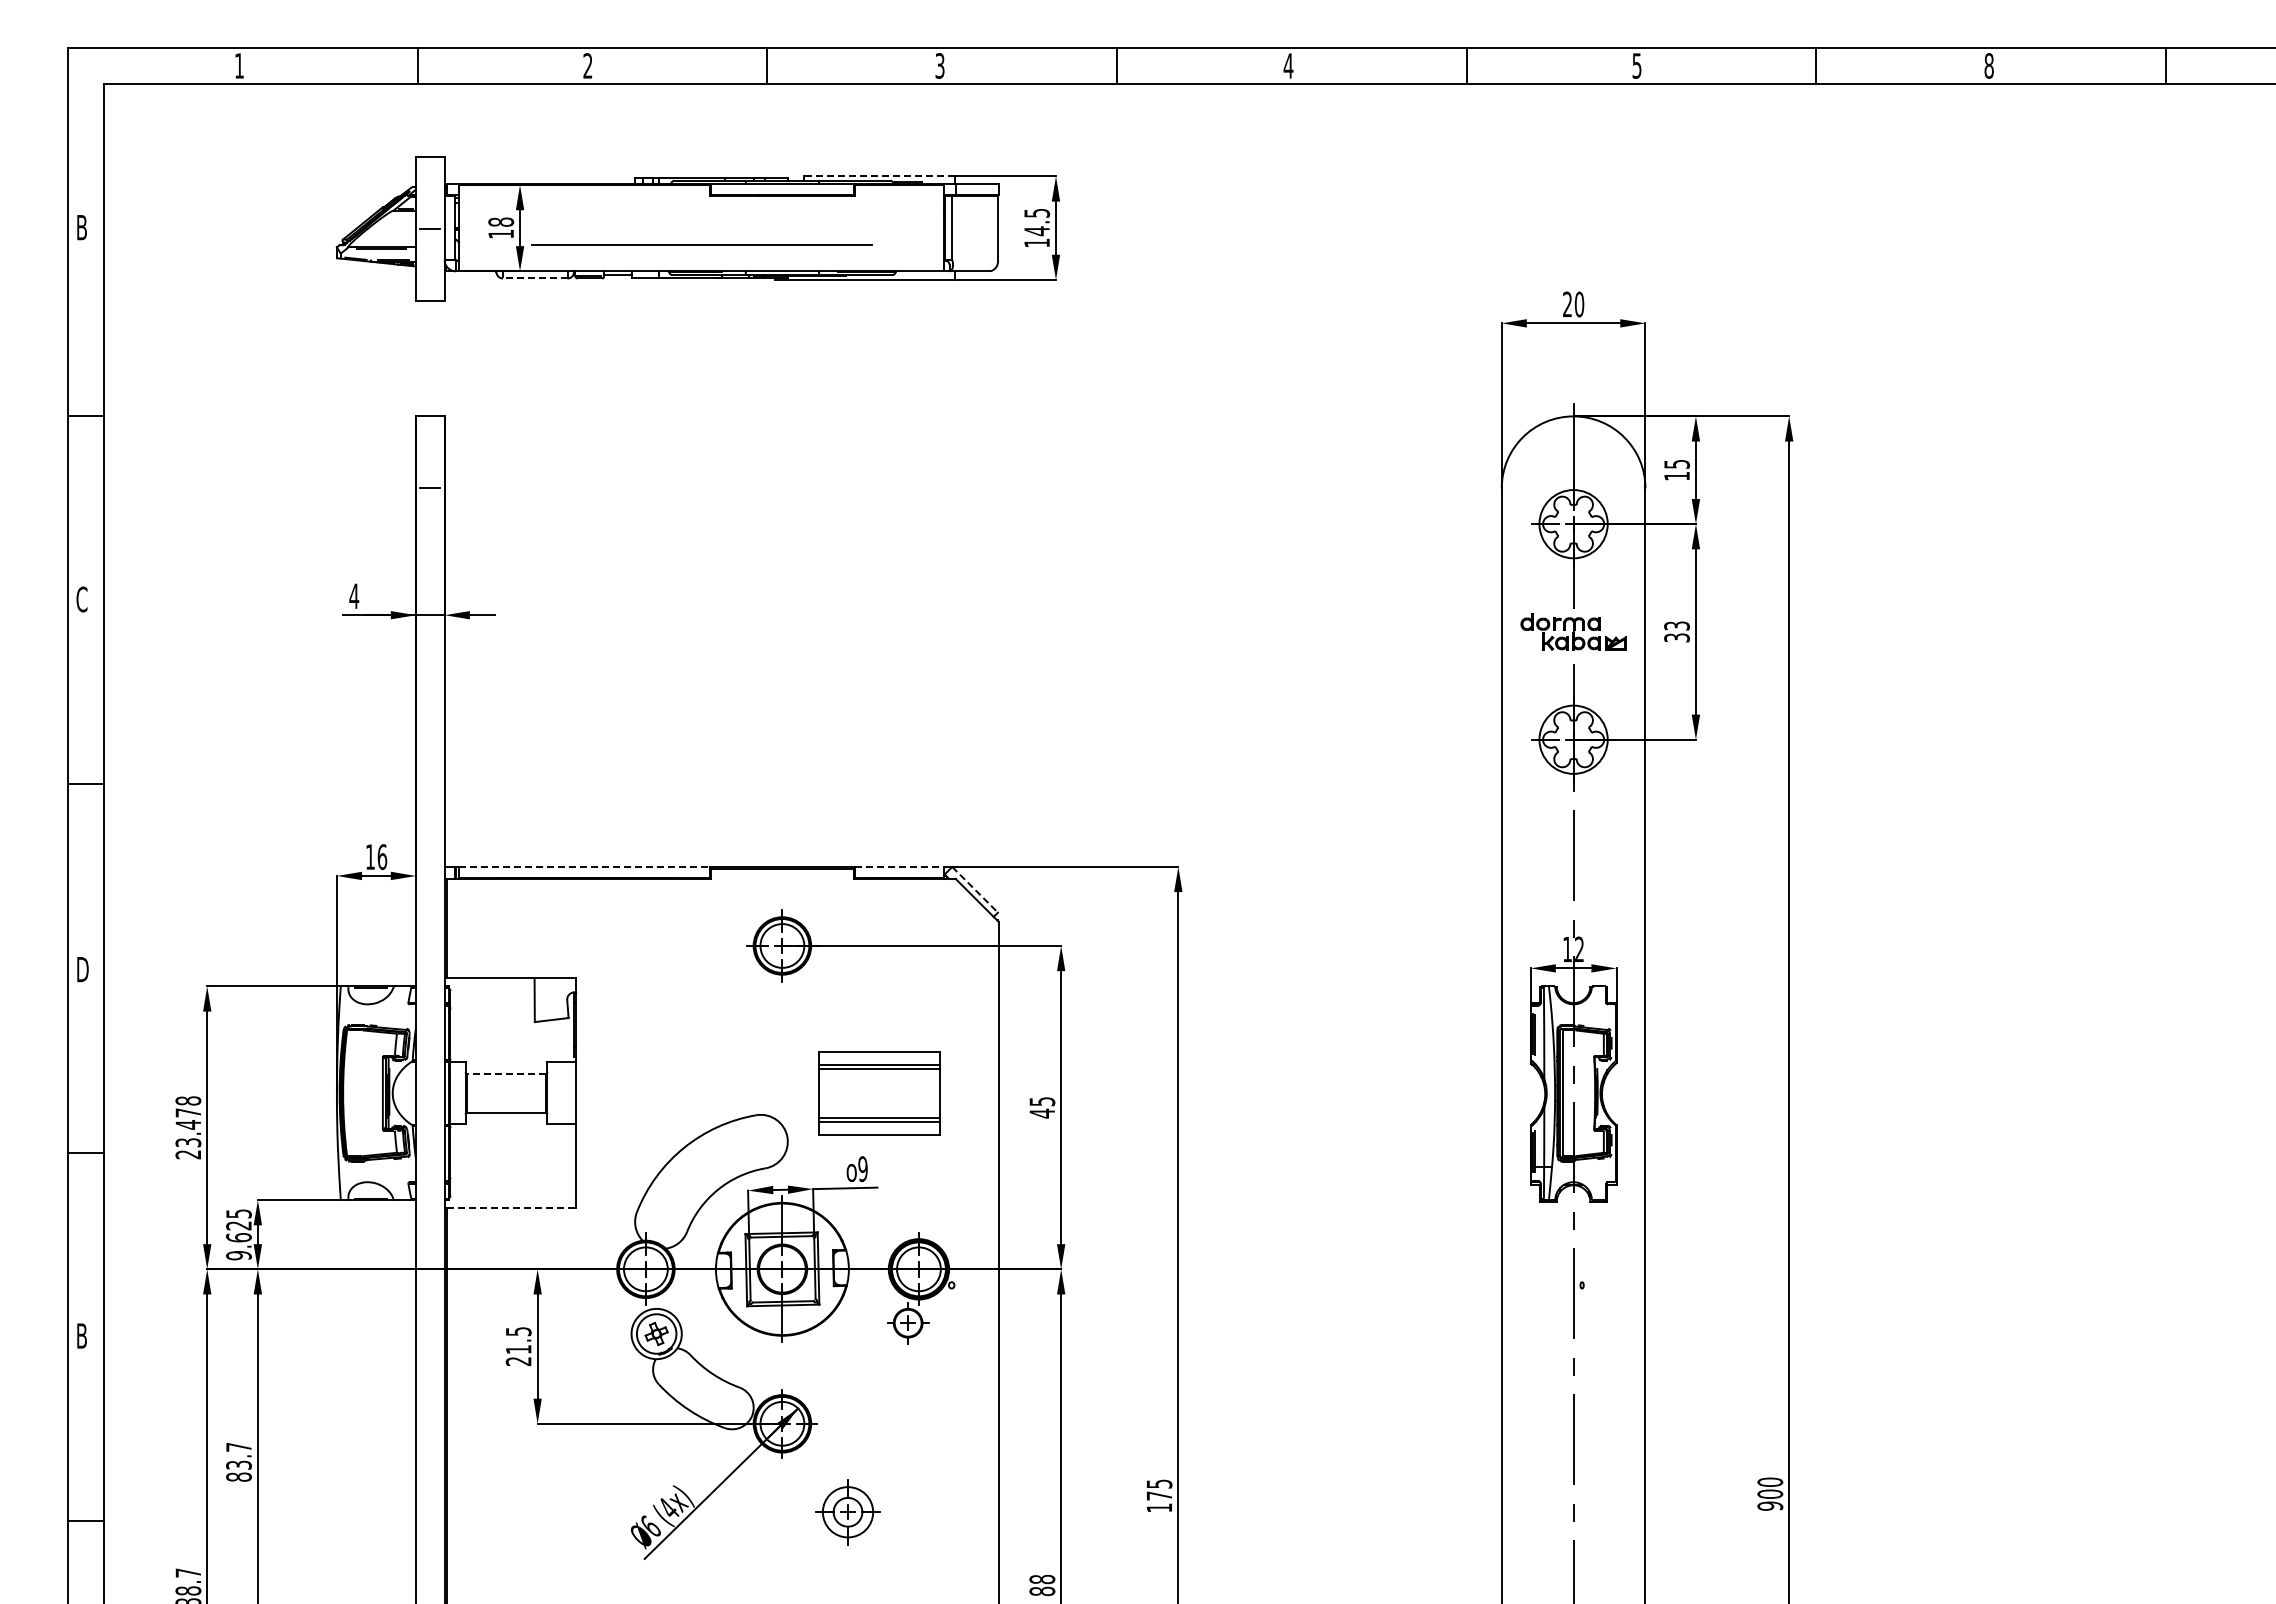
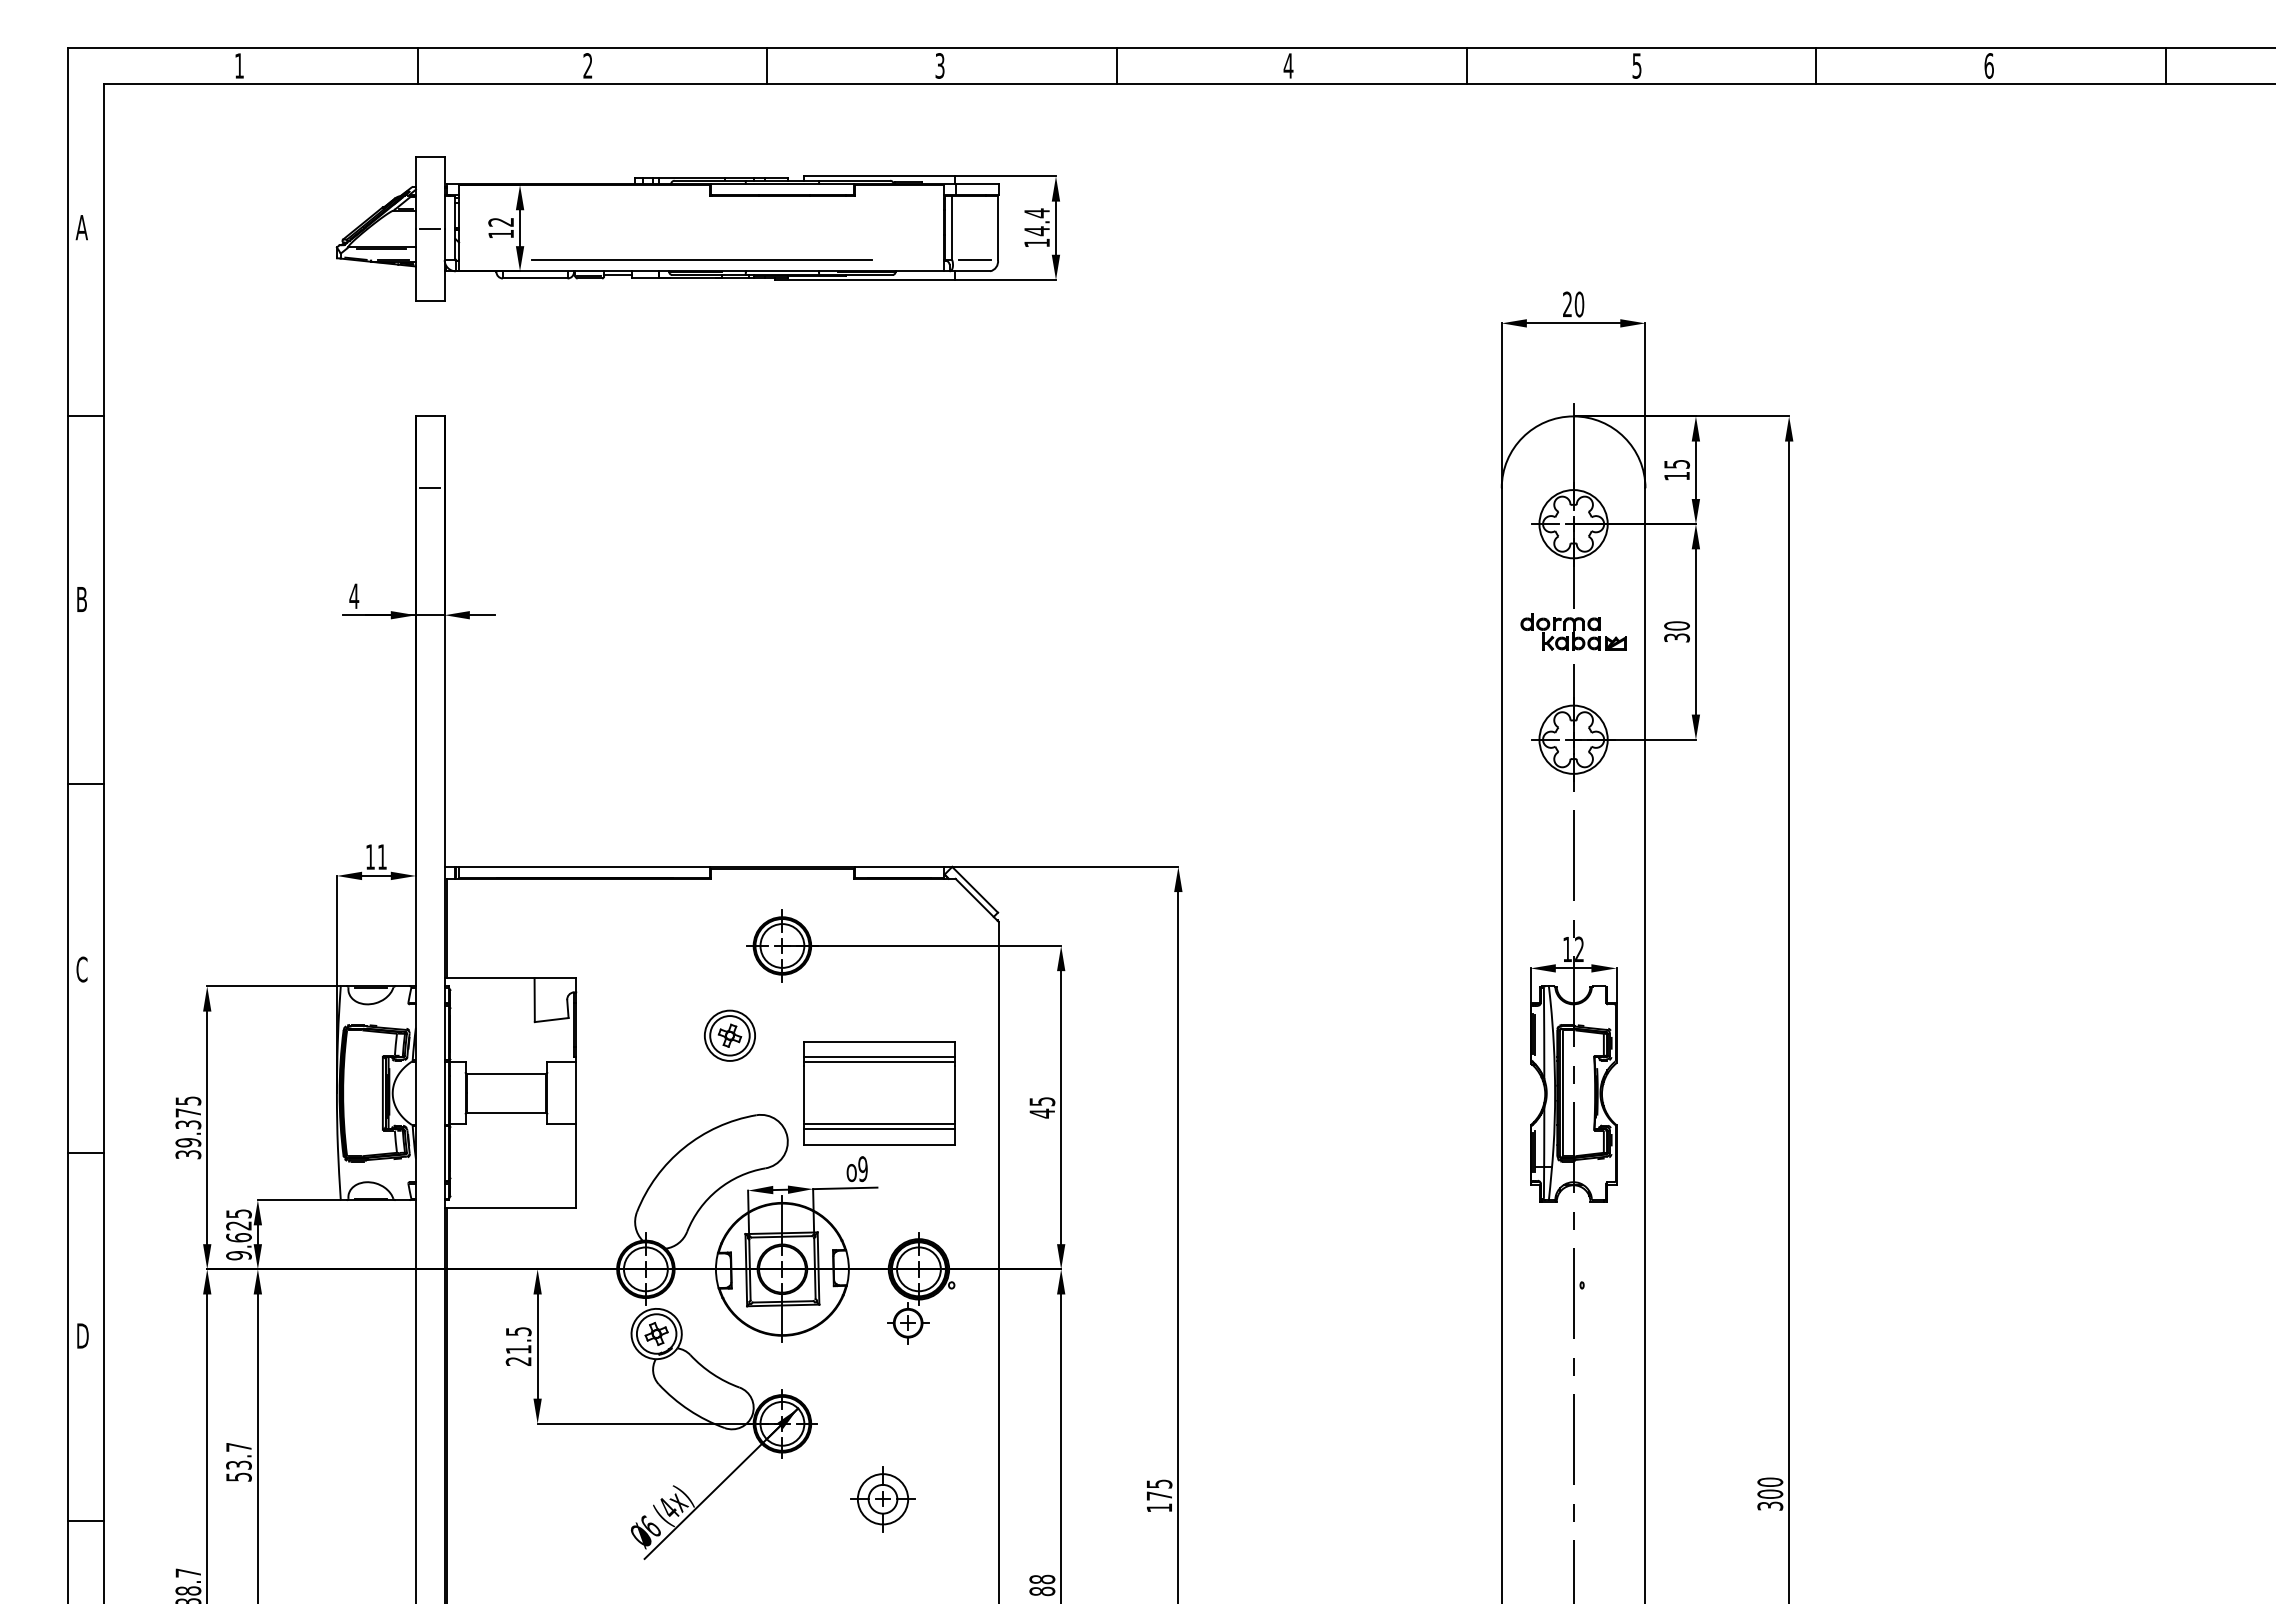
text at (1988, 65): 8 -> 6
line at (878, 176): dashed -> solid
text at (1037, 213): 14.5 -> 14.4
text at (501, 221): 18 -> 12
text at (81, 227): B -> A
line at (701, 244) position: (701, 244) -> (701, 259)
line at (975, 260): none -> present
line at (534, 278): dashed -> solid
text at (81, 599): C -> B
text at (1676, 625): 33 -> 30
text at (382, 857): 16 -> 11
line at (584, 866): dashed -> solid
line at (899, 866): dashed -> solid
line at (975, 890): dashed -> solid
text at (82, 969): D -> C
part at (729, 1035): none -> present
line at (506, 1073): dashed -> solid
part at (879, 1093) size: 123x85 px -> 153x105 px
text at (188, 1127): 23.478 -> 39.375
line at (511, 1208): dashed -> solid
text at (83, 1335): B -> D
text at (238, 1476): 83.7 -> 53.7
text at (1769, 1505): 900 -> 300
part at (847, 1512) position: (847, 1512) -> (882, 1499)
